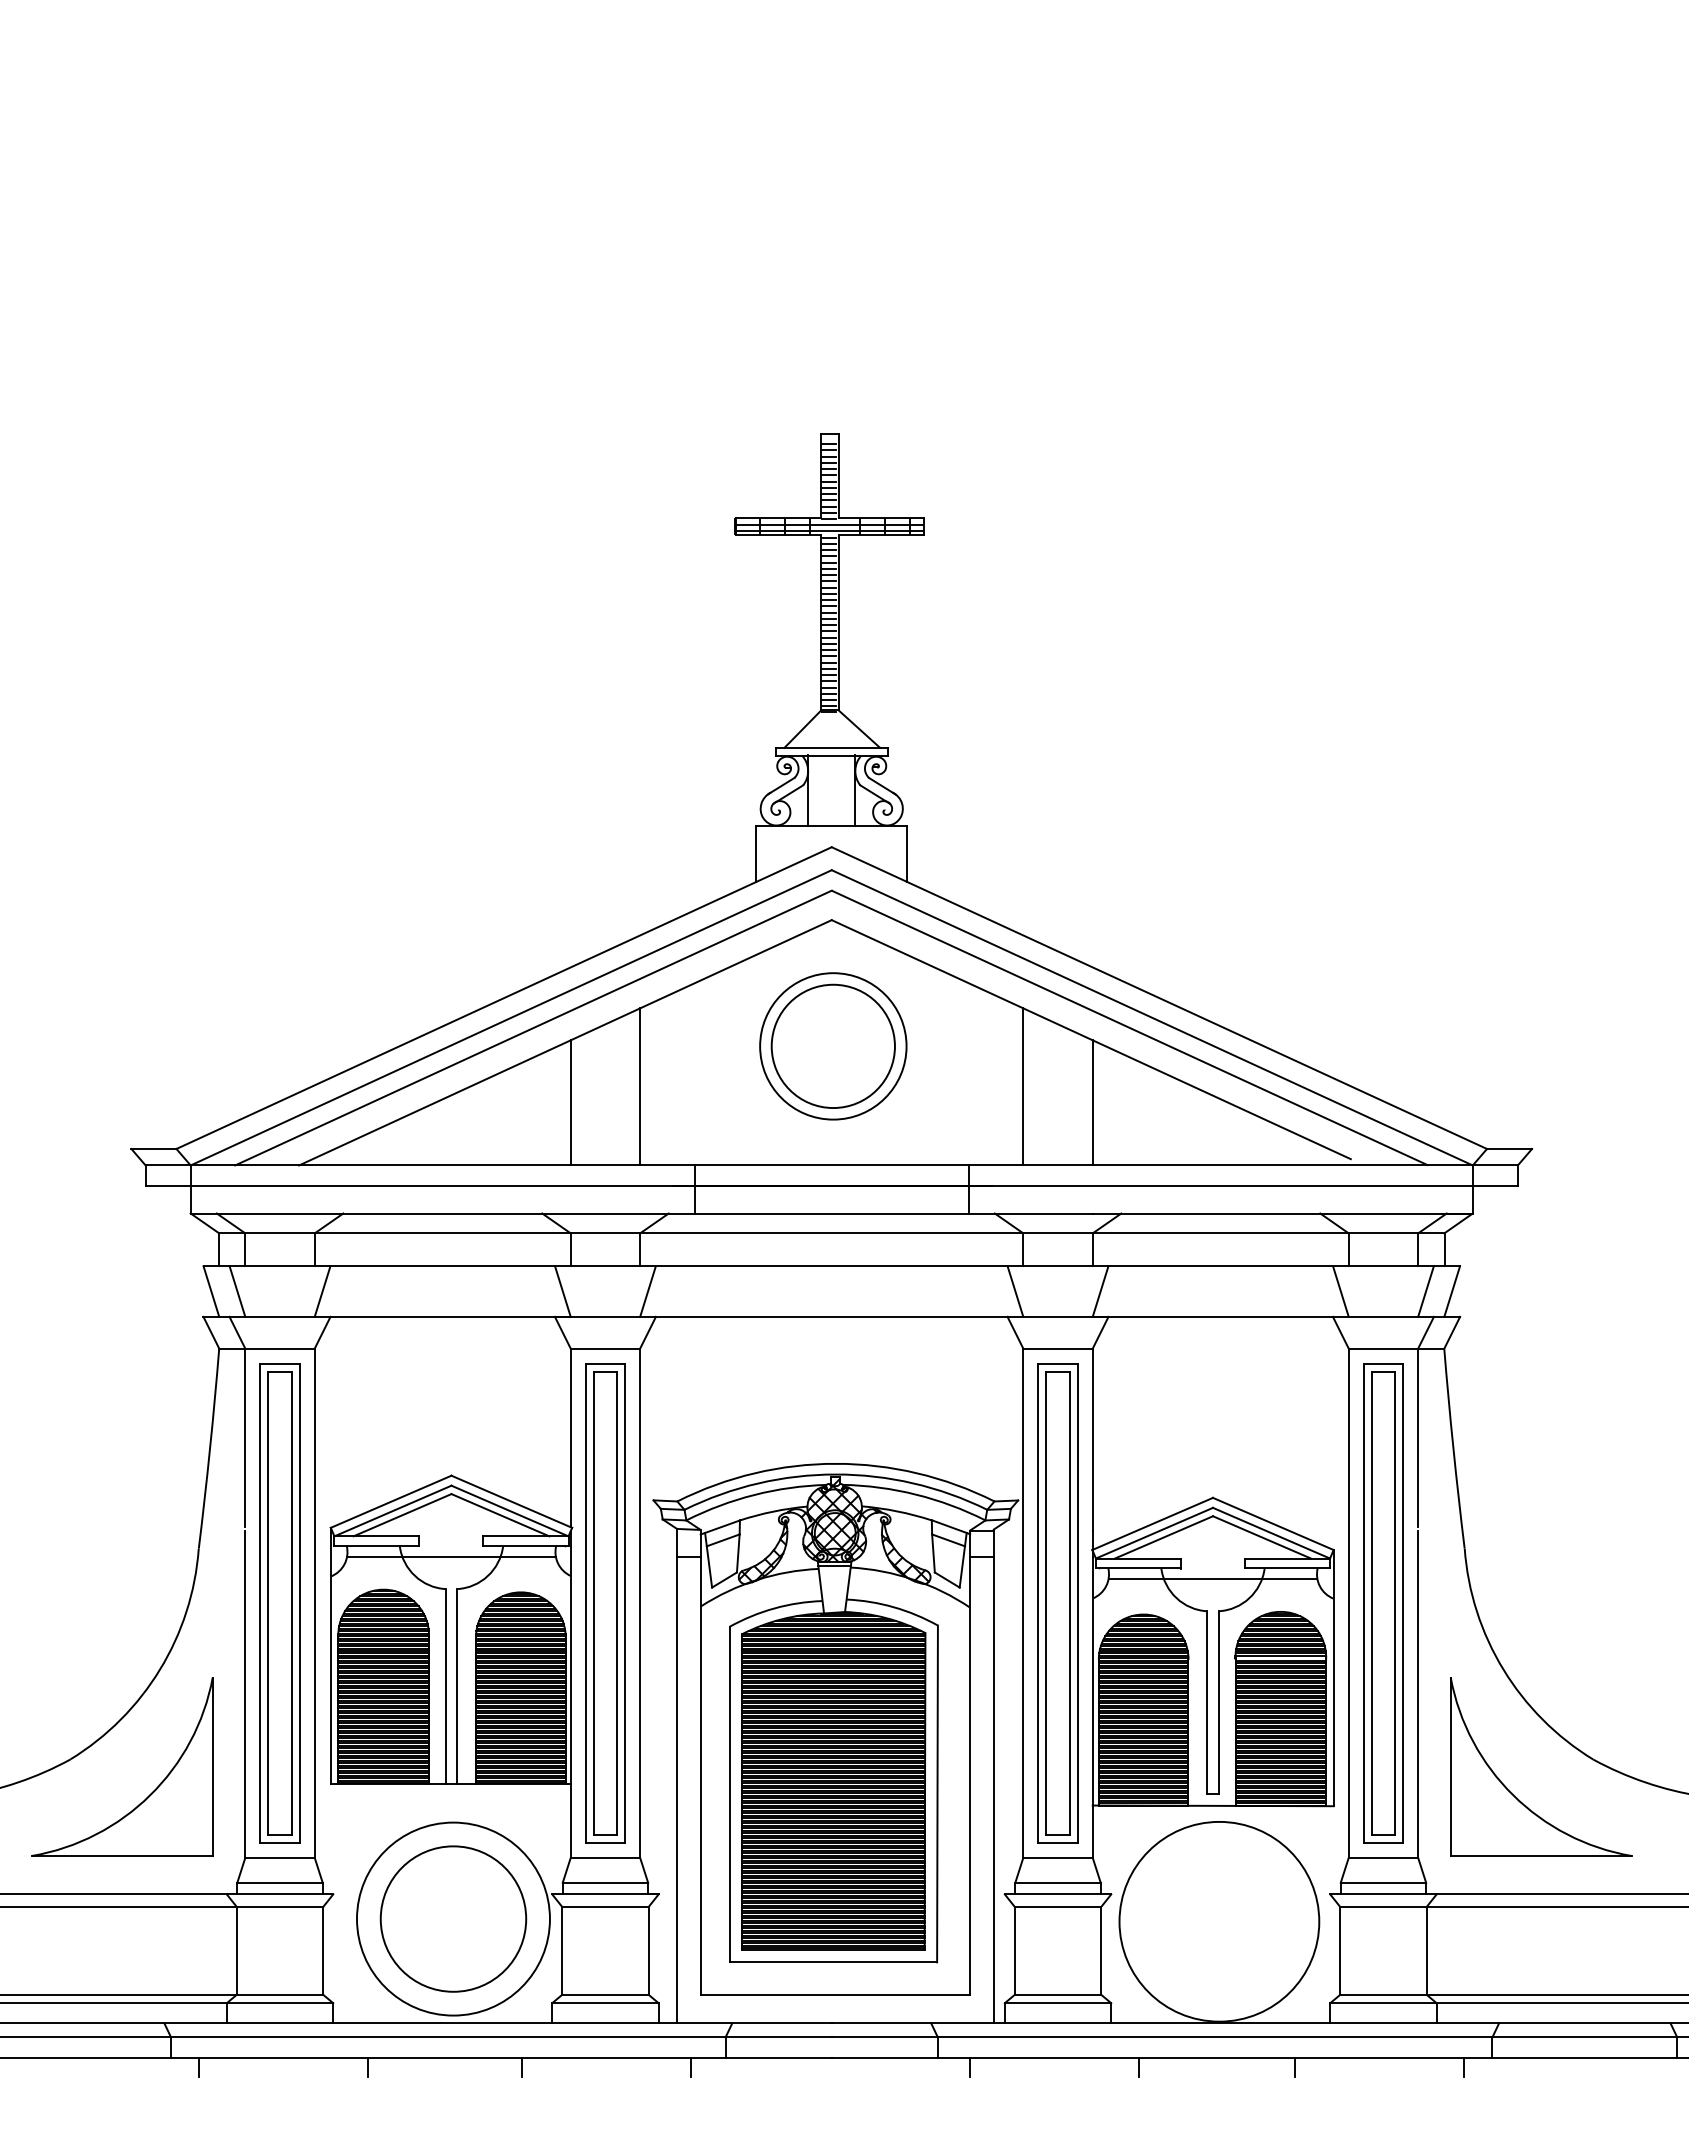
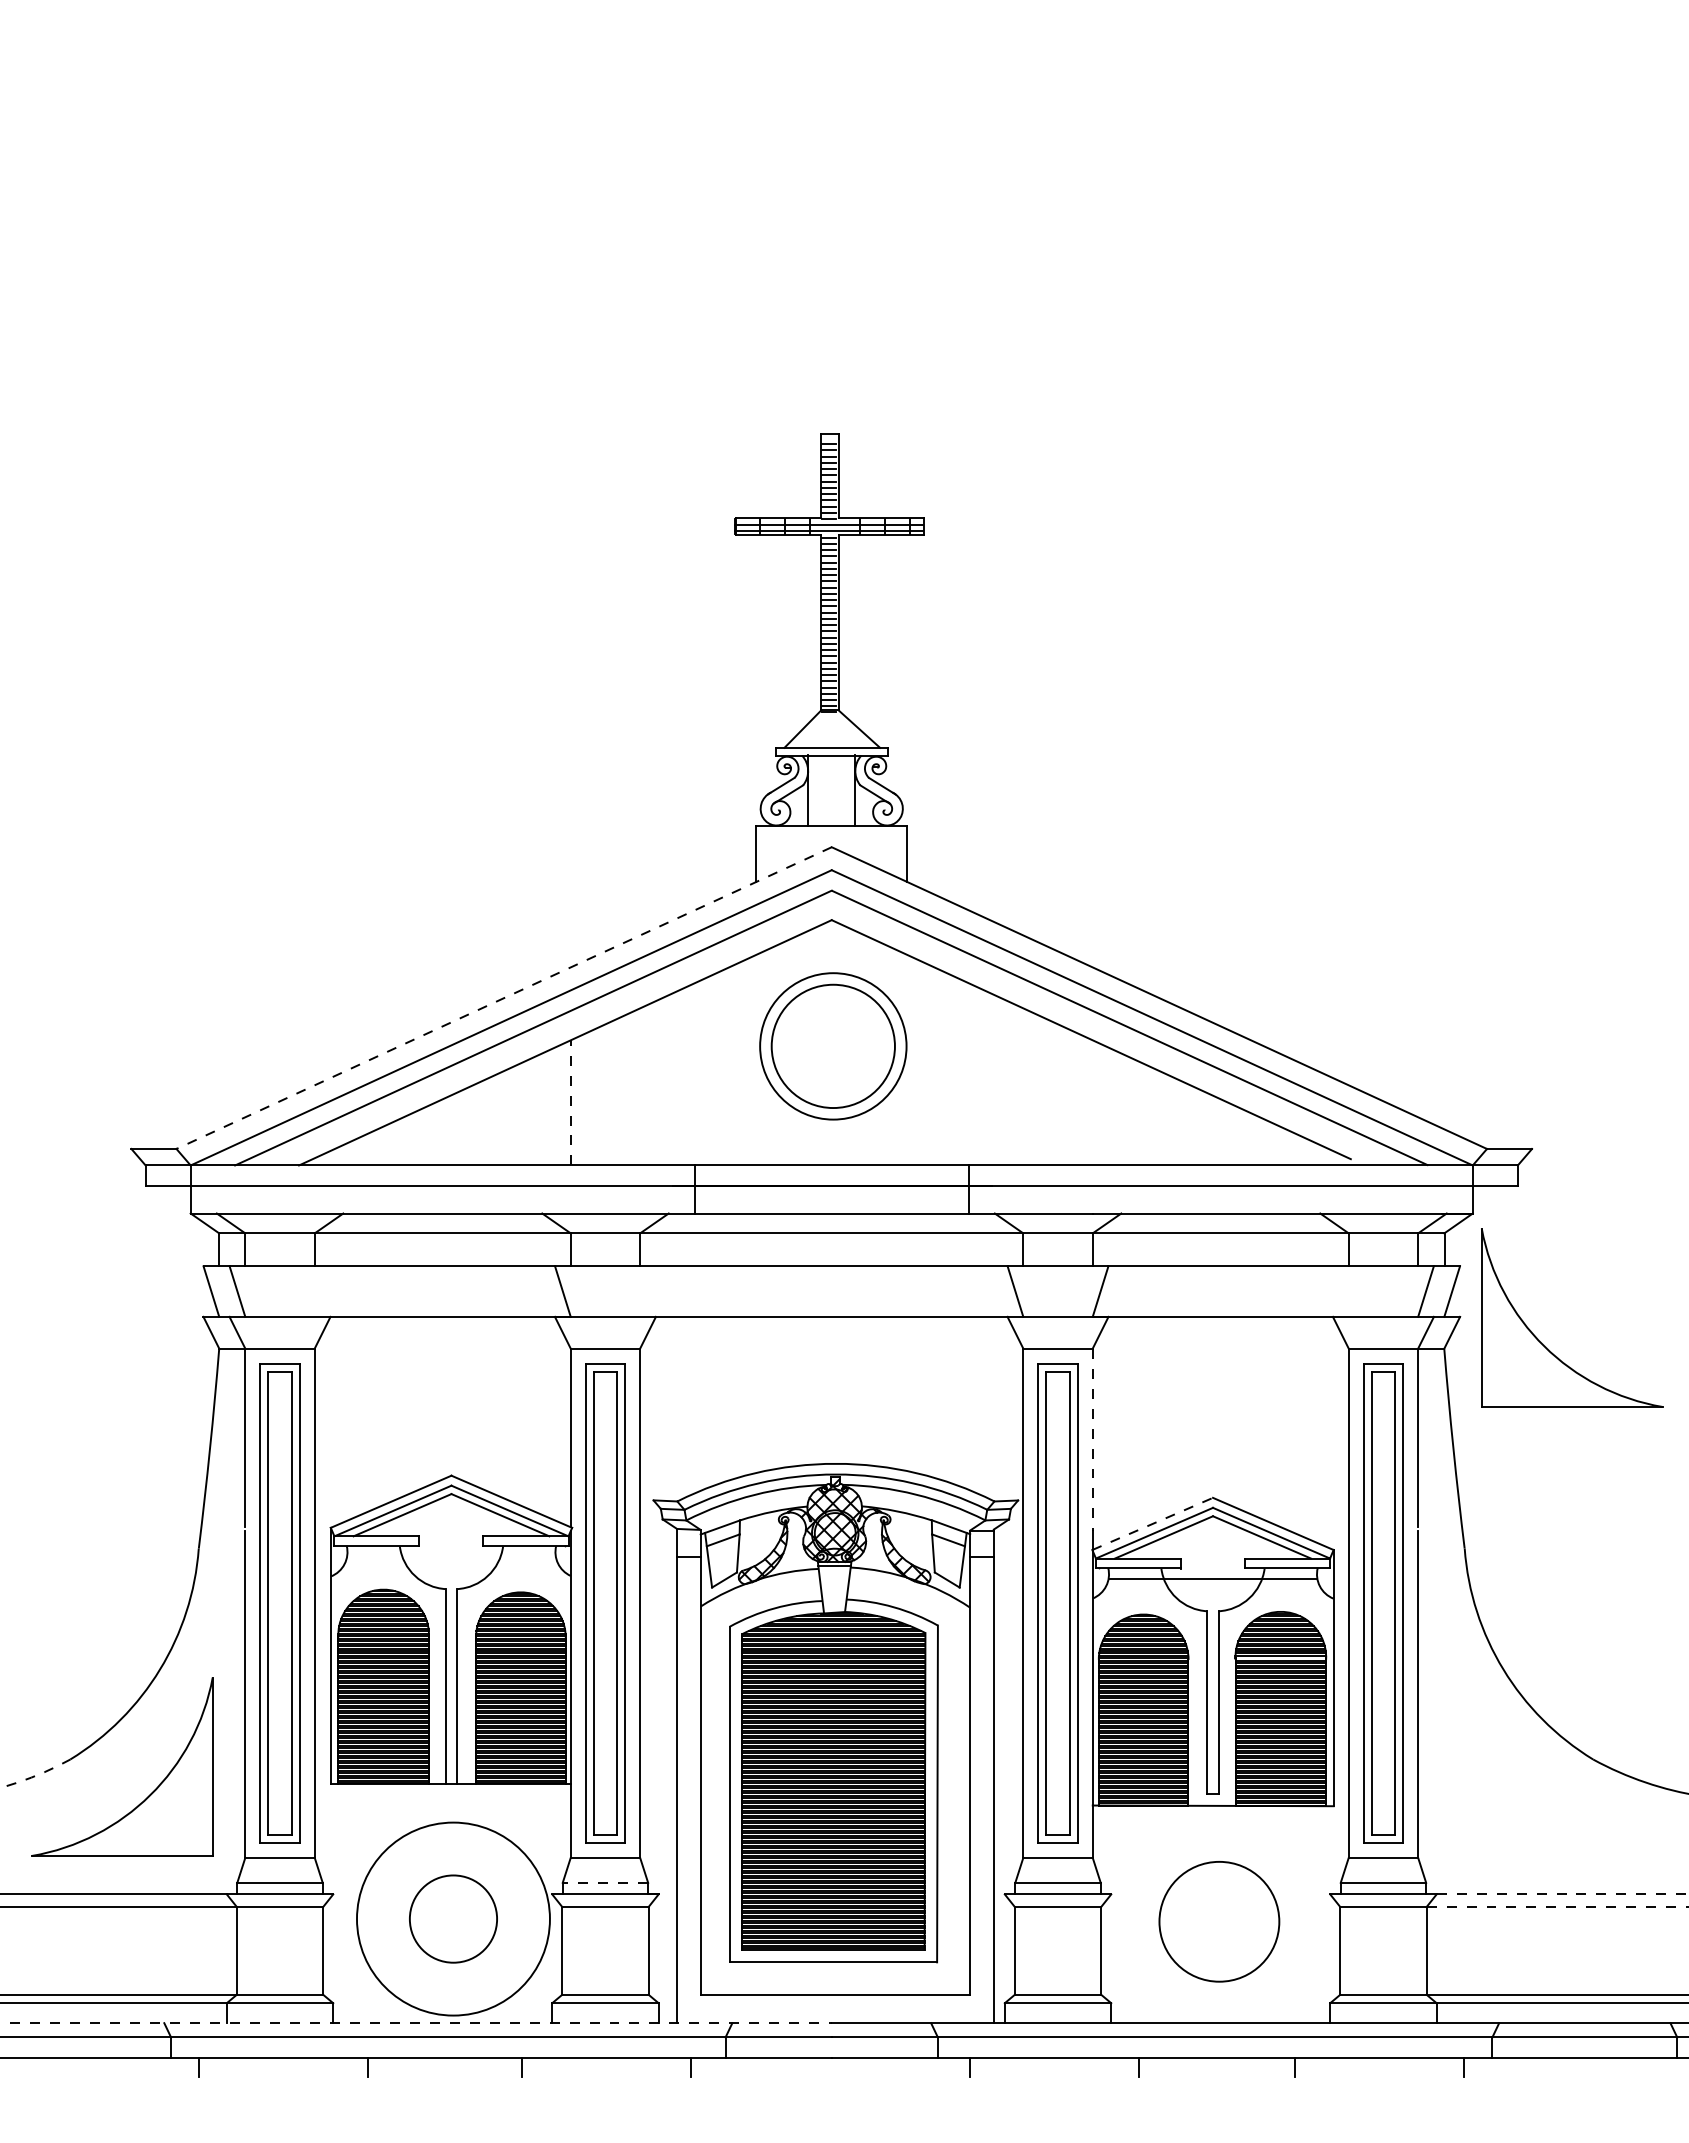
line at (504, 998): solid -> dashed
line at (640, 1086): present -> none
line at (1023, 1086): present -> none
line at (570, 1102): solid -> dashed
line at (1092, 1102): present -> none
line at (322, 1291): present -> none
line at (647, 1291): present -> none
line at (1340, 1291): present -> none
line at (1092, 1440): solid -> dashed
line at (1152, 1523): solid -> dashed
line at (451, 1556): present -> none
arc at (35, 1775): solid -> dashed
part at (1515, 1795) position: (1515, 1795) -> (1546, 1346)
line at (605, 1882): solid -> dashed
line at (1562, 1894): solid -> dashed
line at (1557, 1907): solid -> dashed
circle at (453, 1918) diameter: 145 px -> 87 px
circle at (1219, 1921) diameter: 200 px -> 120 px
line at (416, 2023): solid -> dashed
